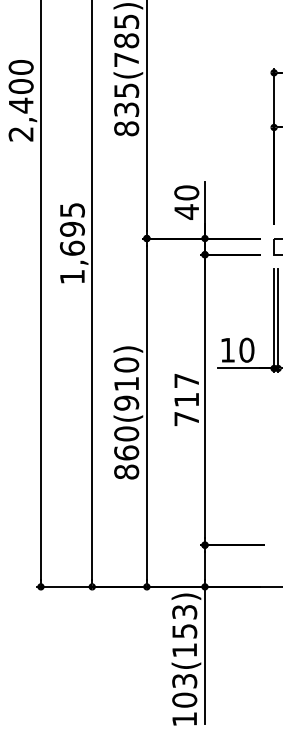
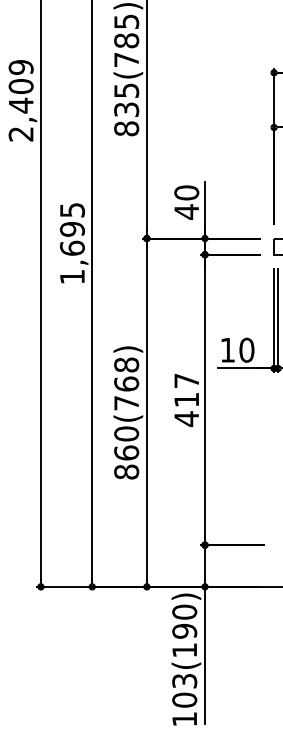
text at (20, 67): 2,400 -> 2,409
text at (126, 383): 860(910) -> 860(768)
text at (186, 419): 717 -> 417
text at (184, 621): 103(153) -> 103(190)
